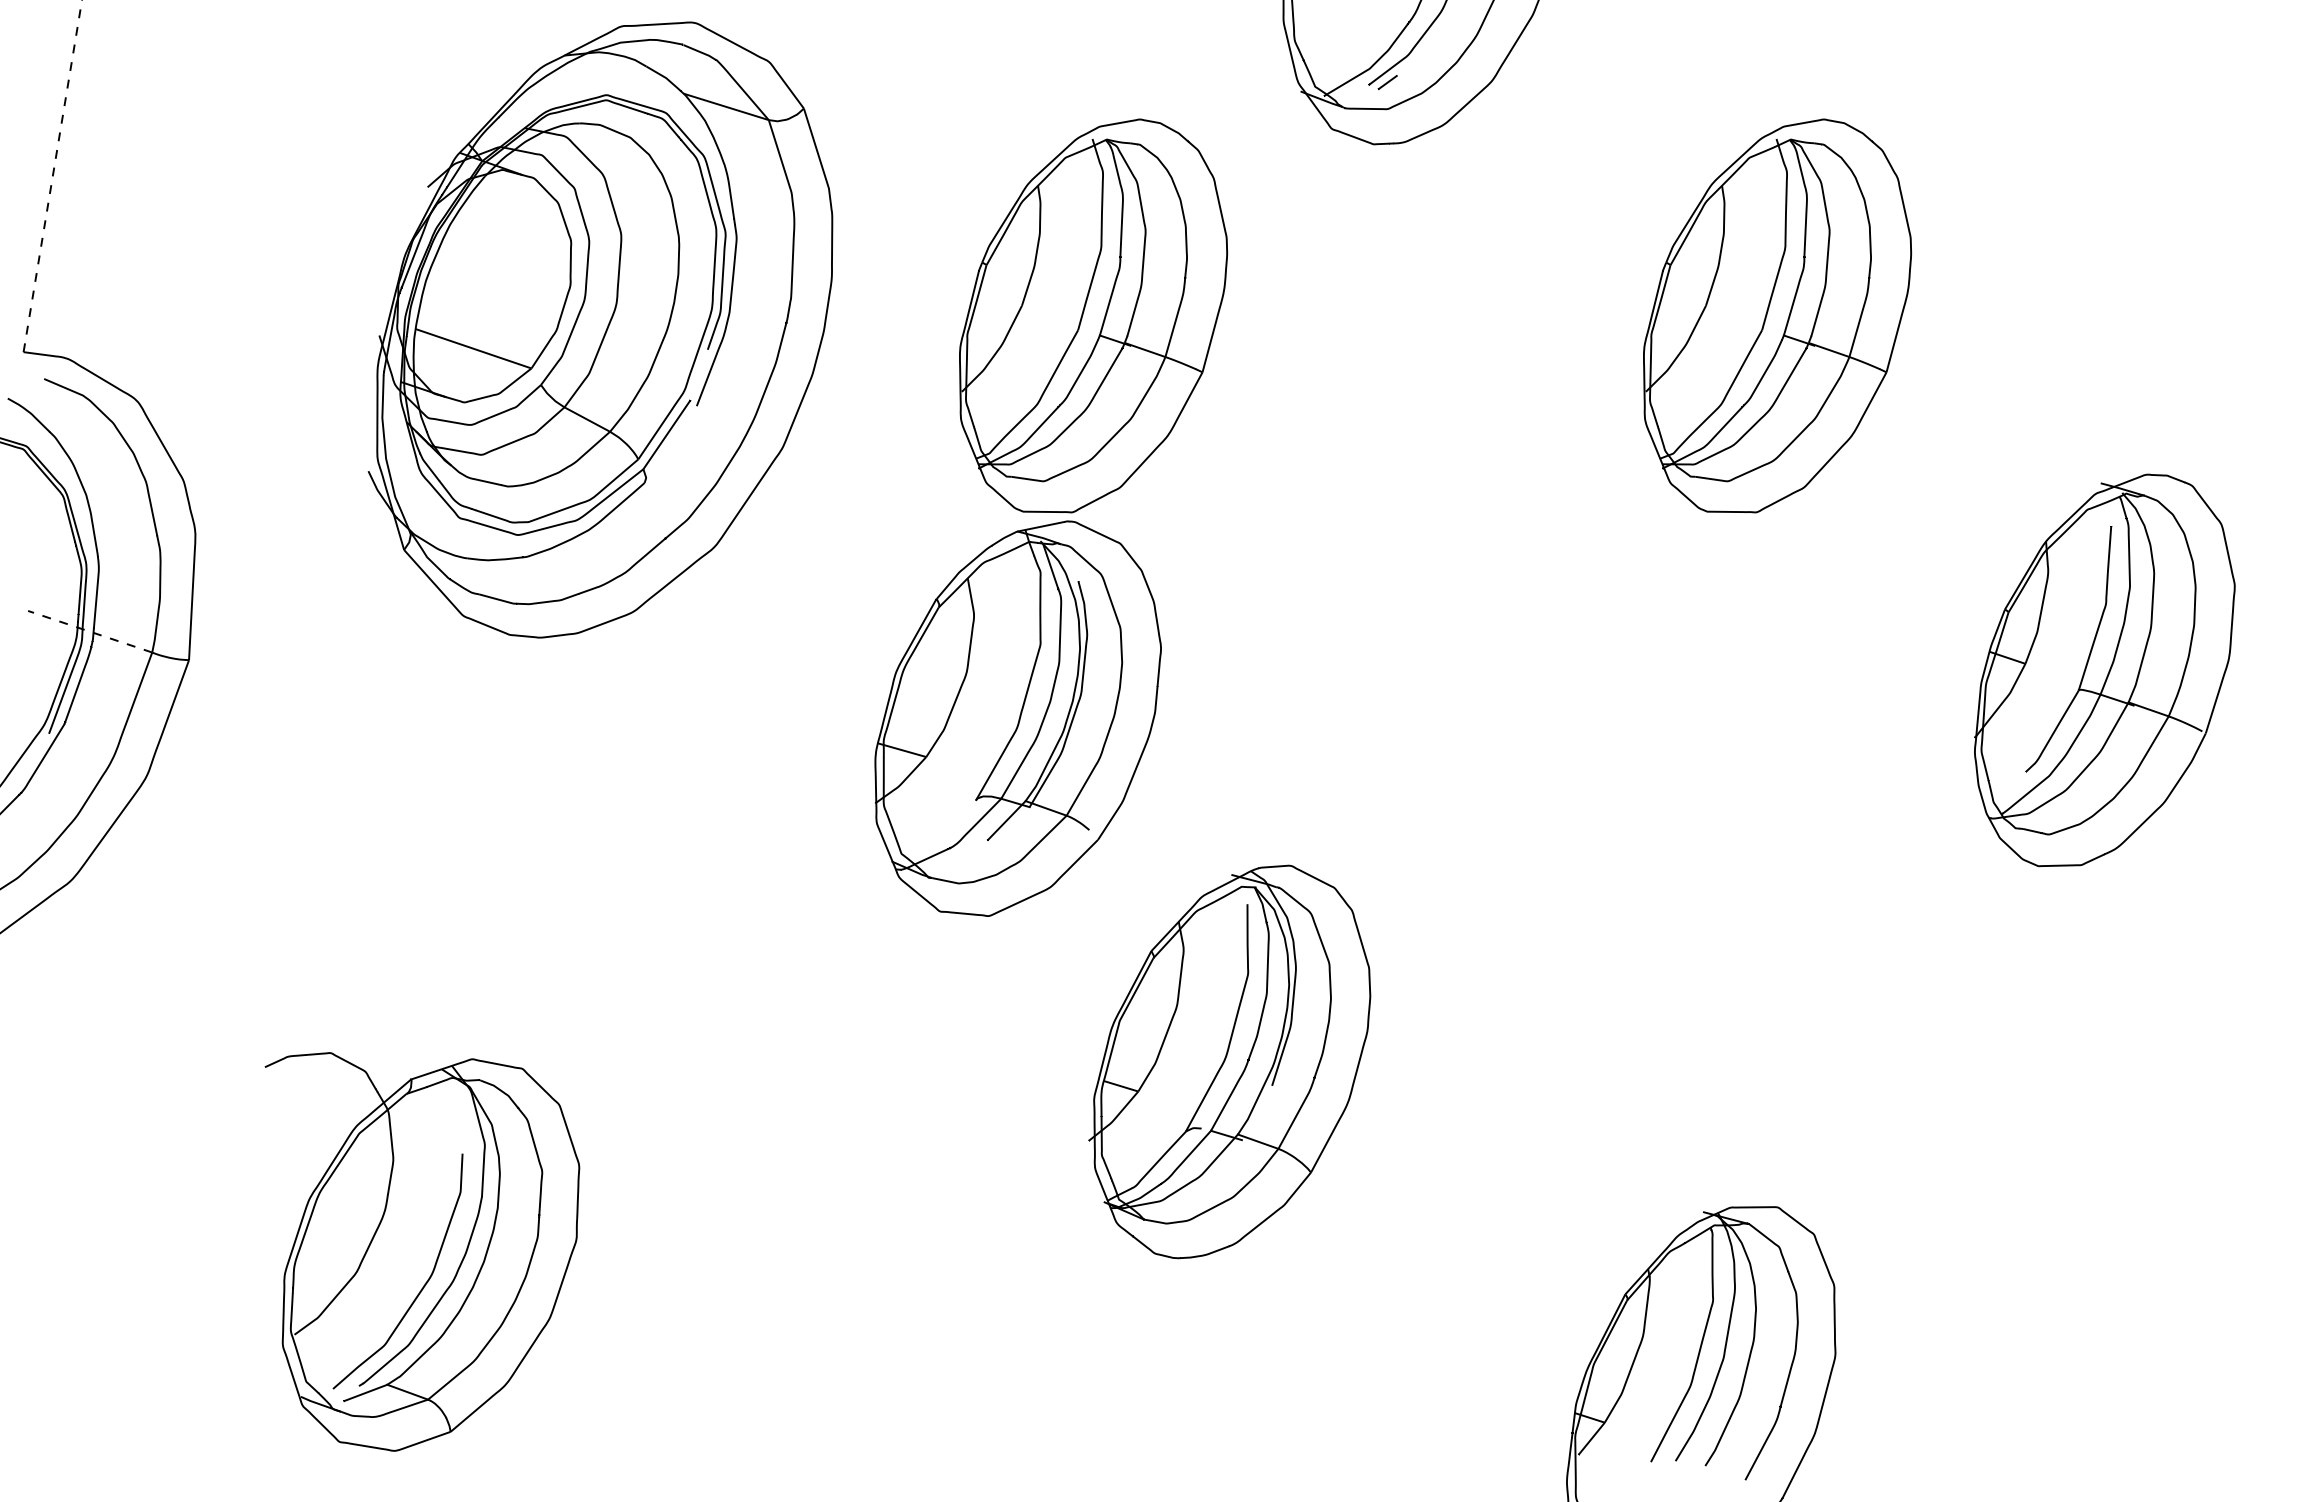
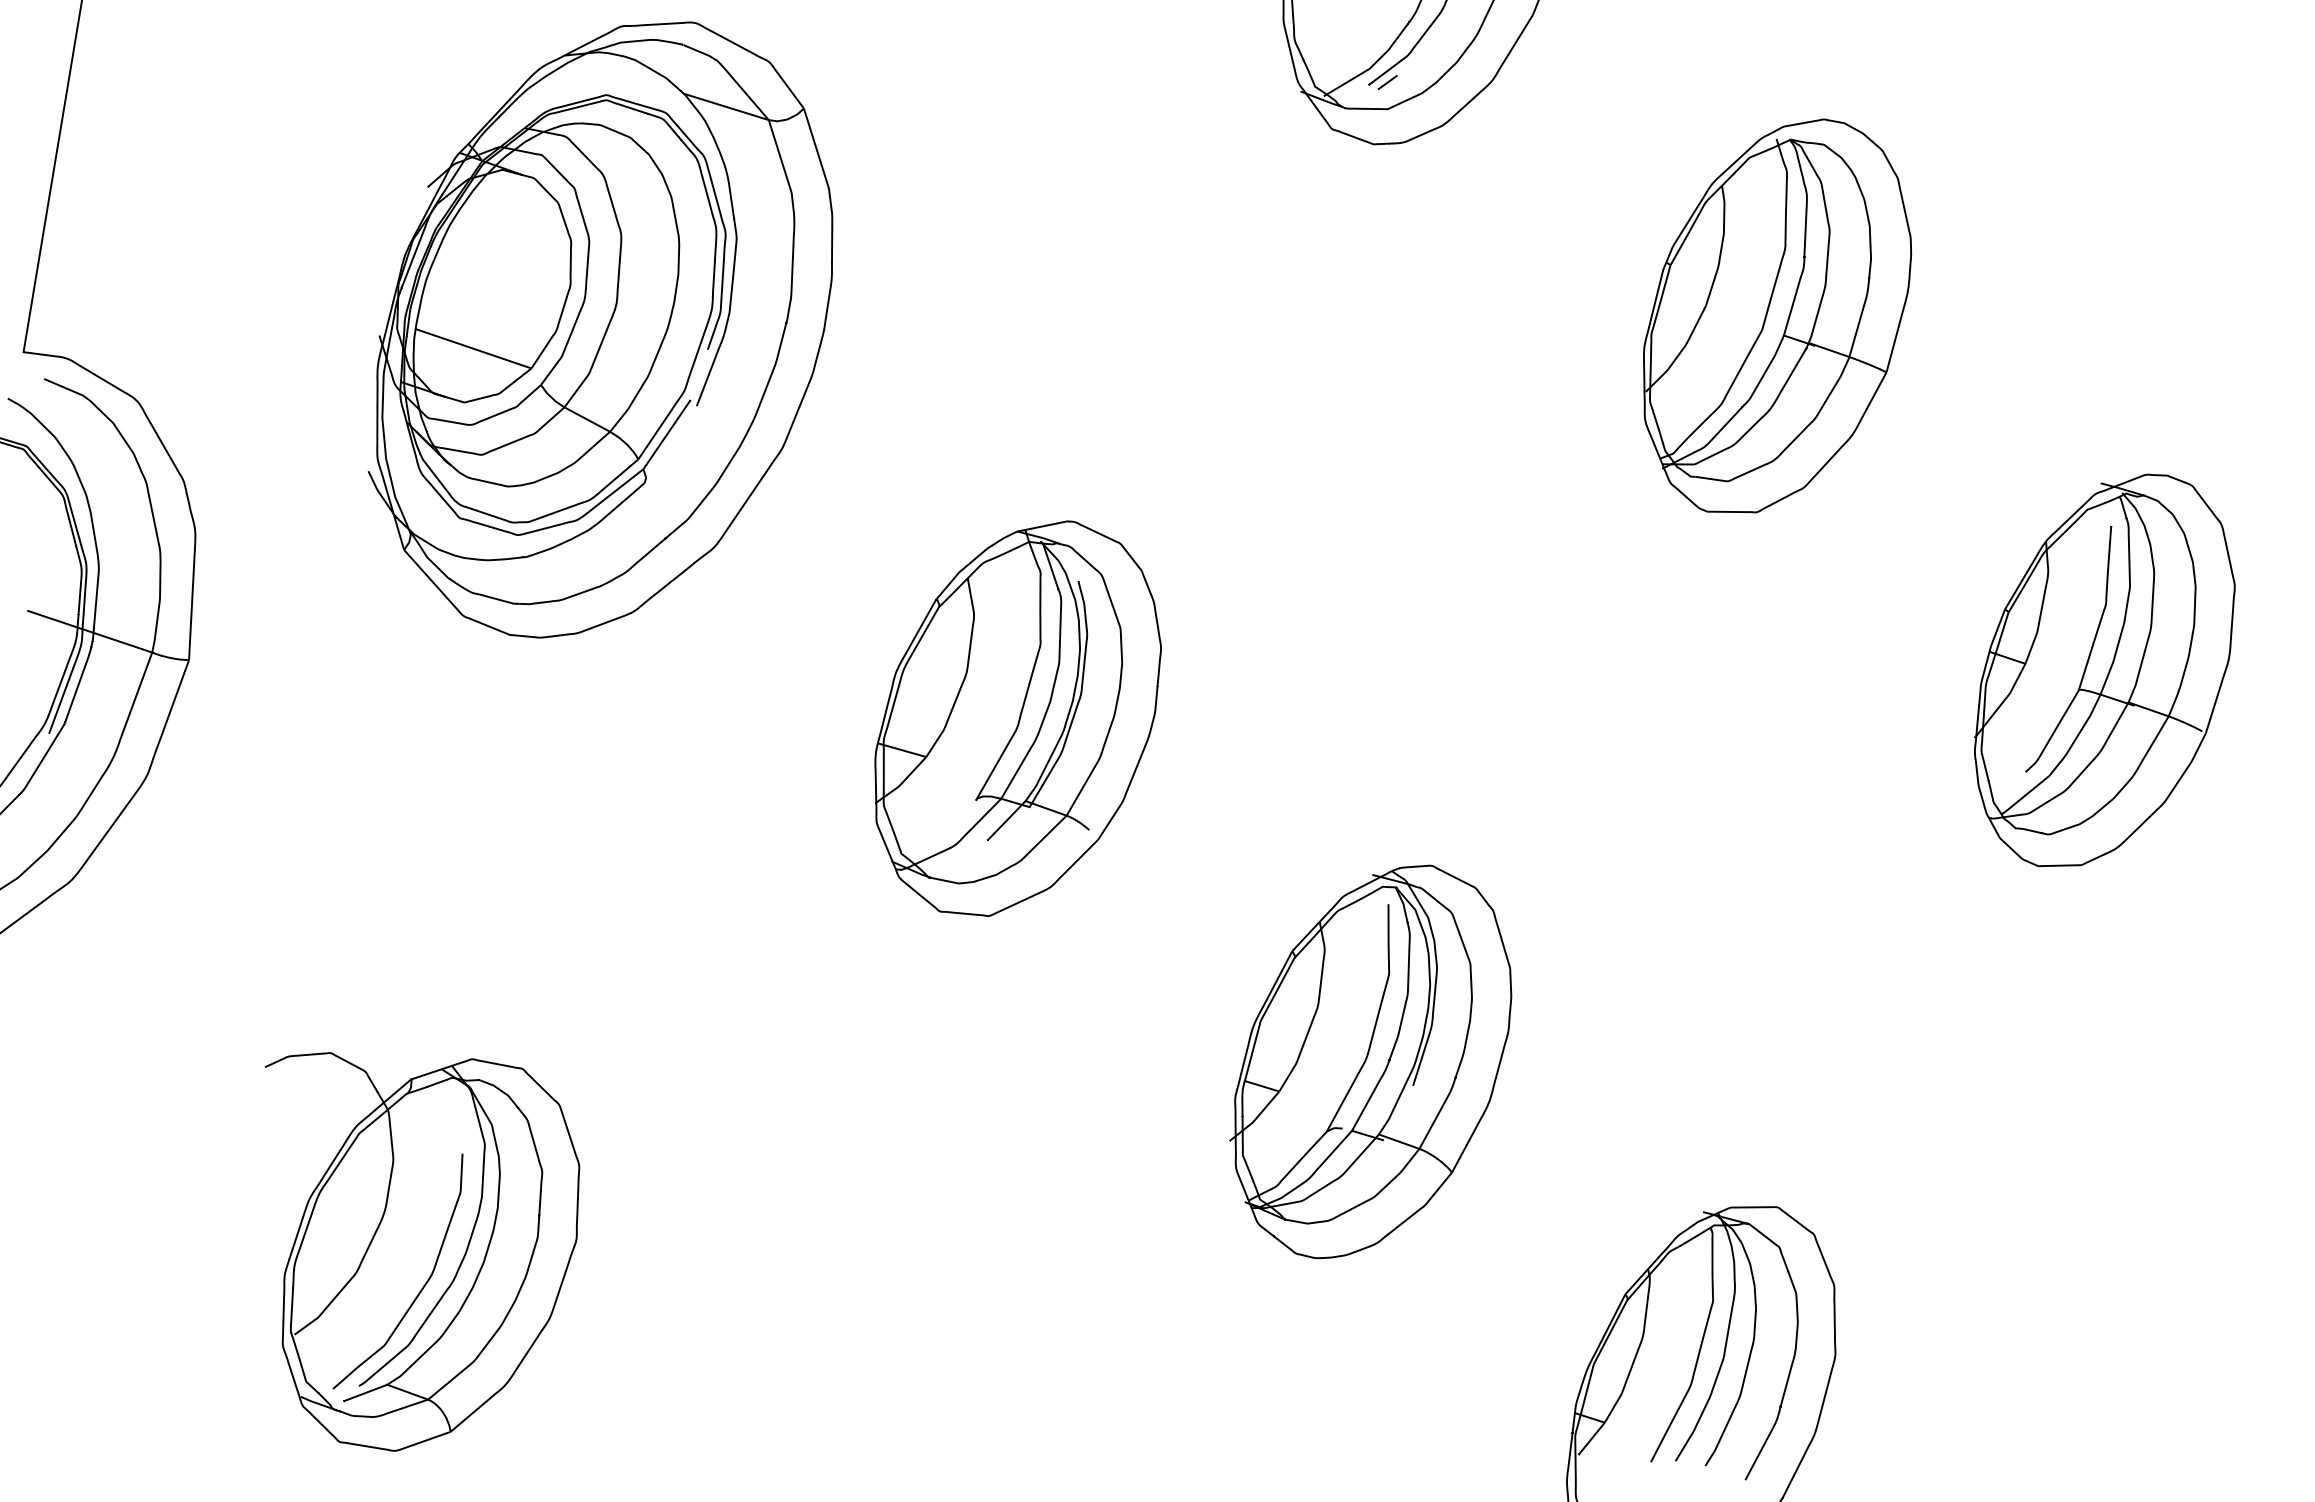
line at (52, 175): dashed -> solid
part at (1093, 315): present -> none
line at (89, 631): dashed -> solid
part at (1229, 1061) position: (1229, 1061) -> (1370, 1061)
